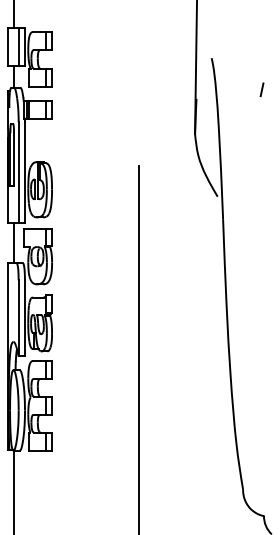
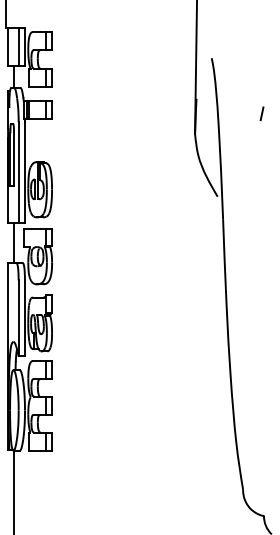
line at (14, 15) position: (14, 15) -> (6, 15)
line at (261, 89) position: (261, 89) -> (261, 113)
line at (139, 348): present -> none
